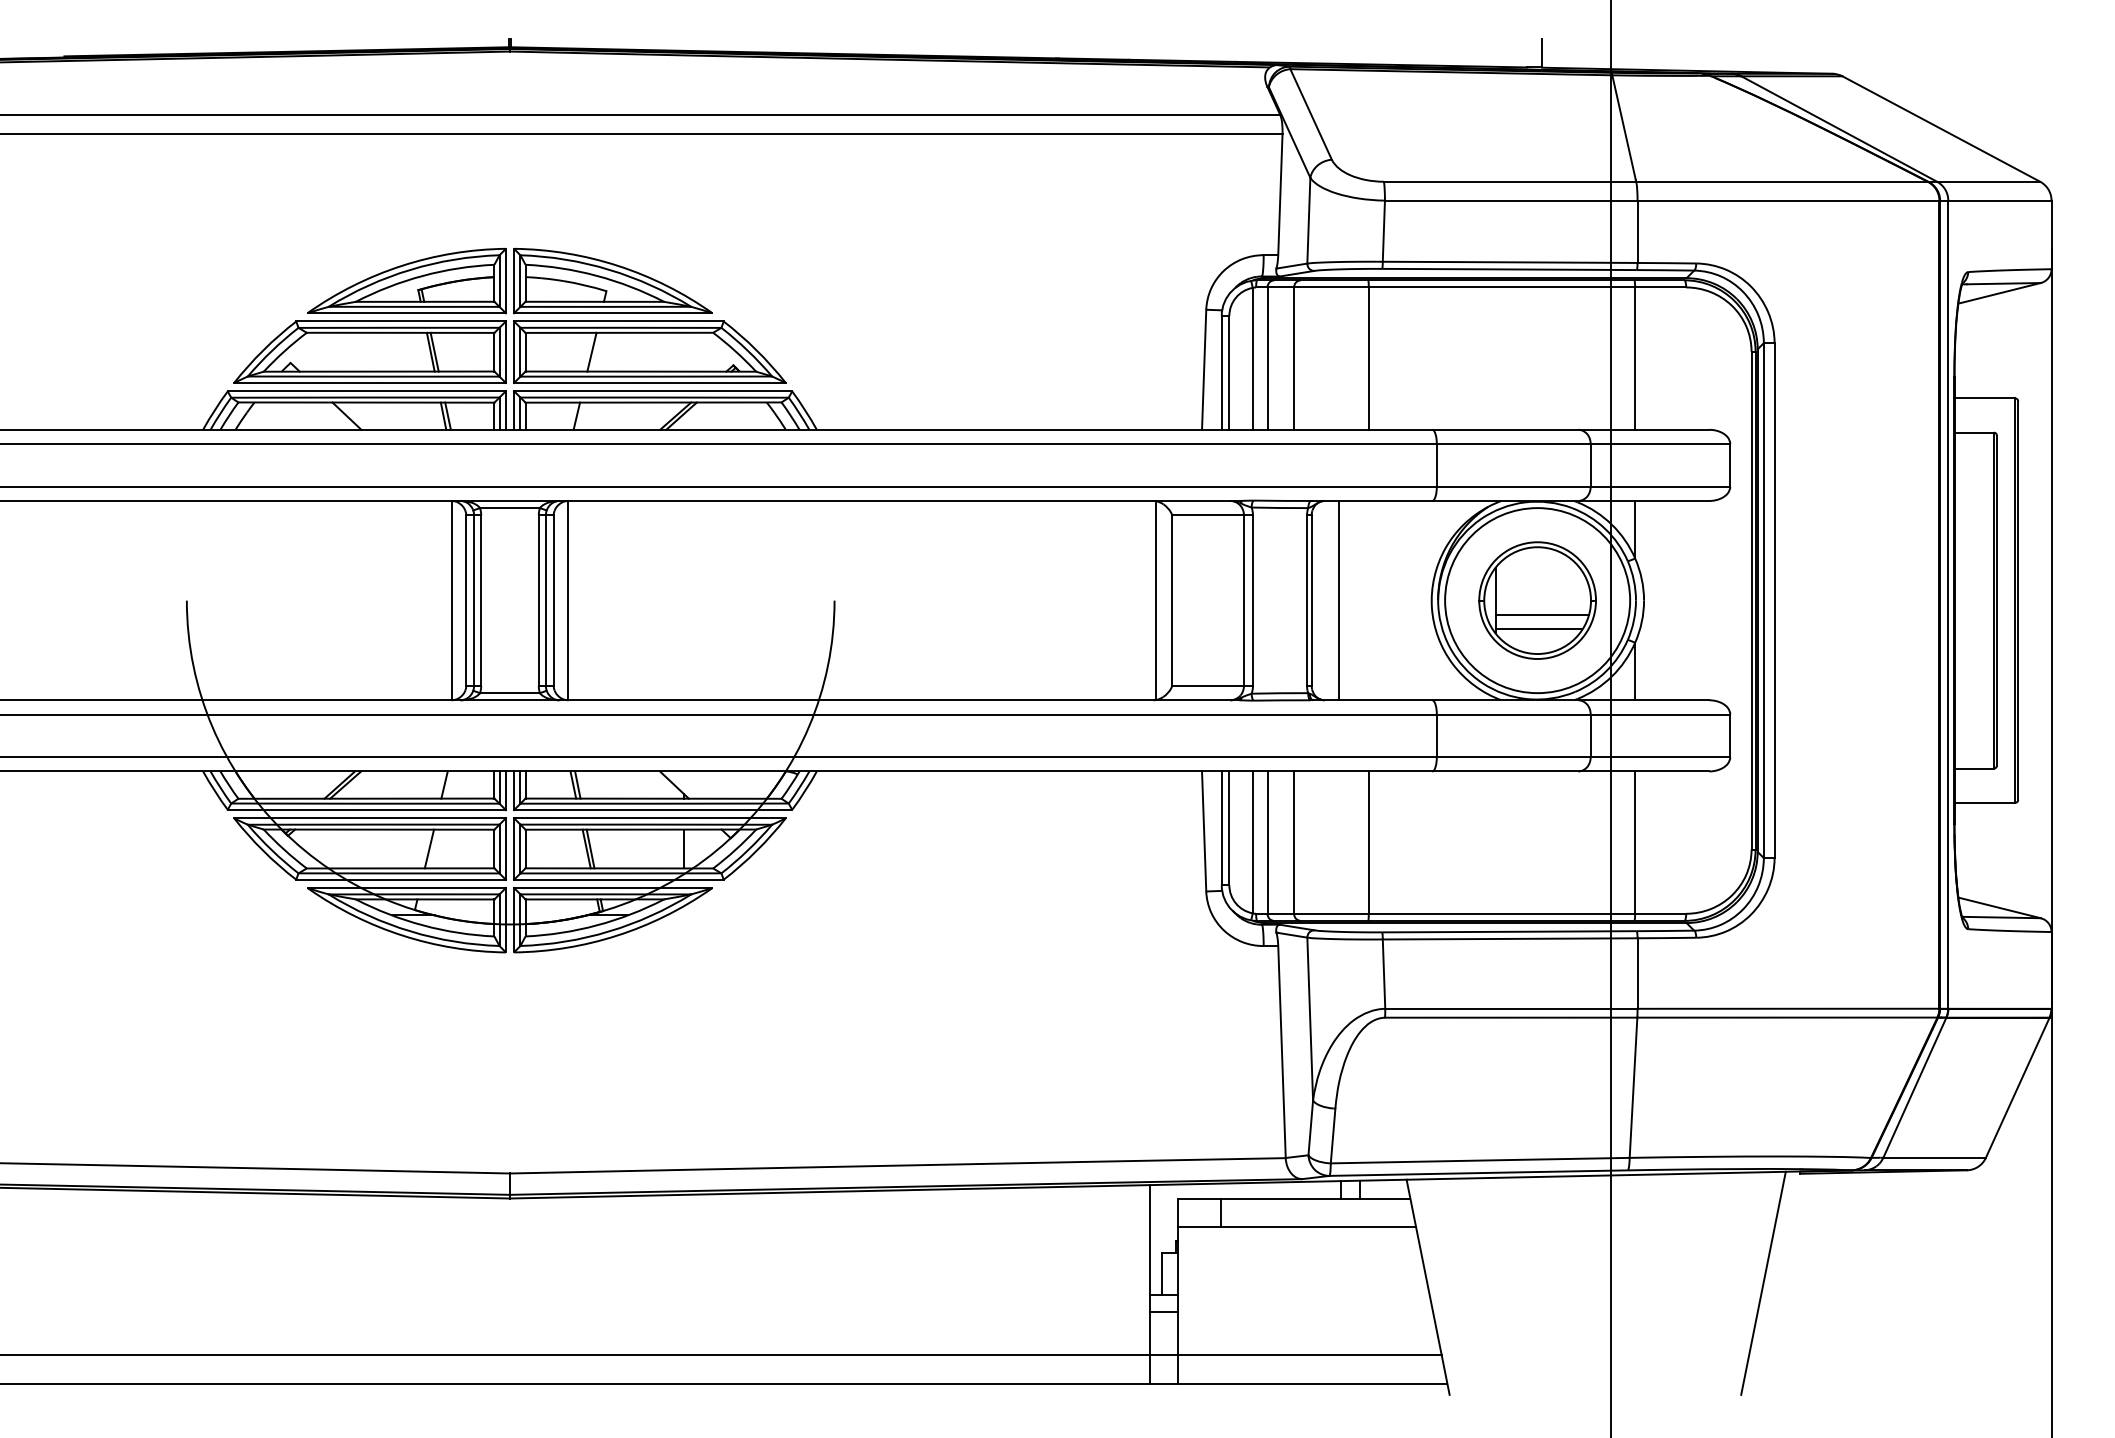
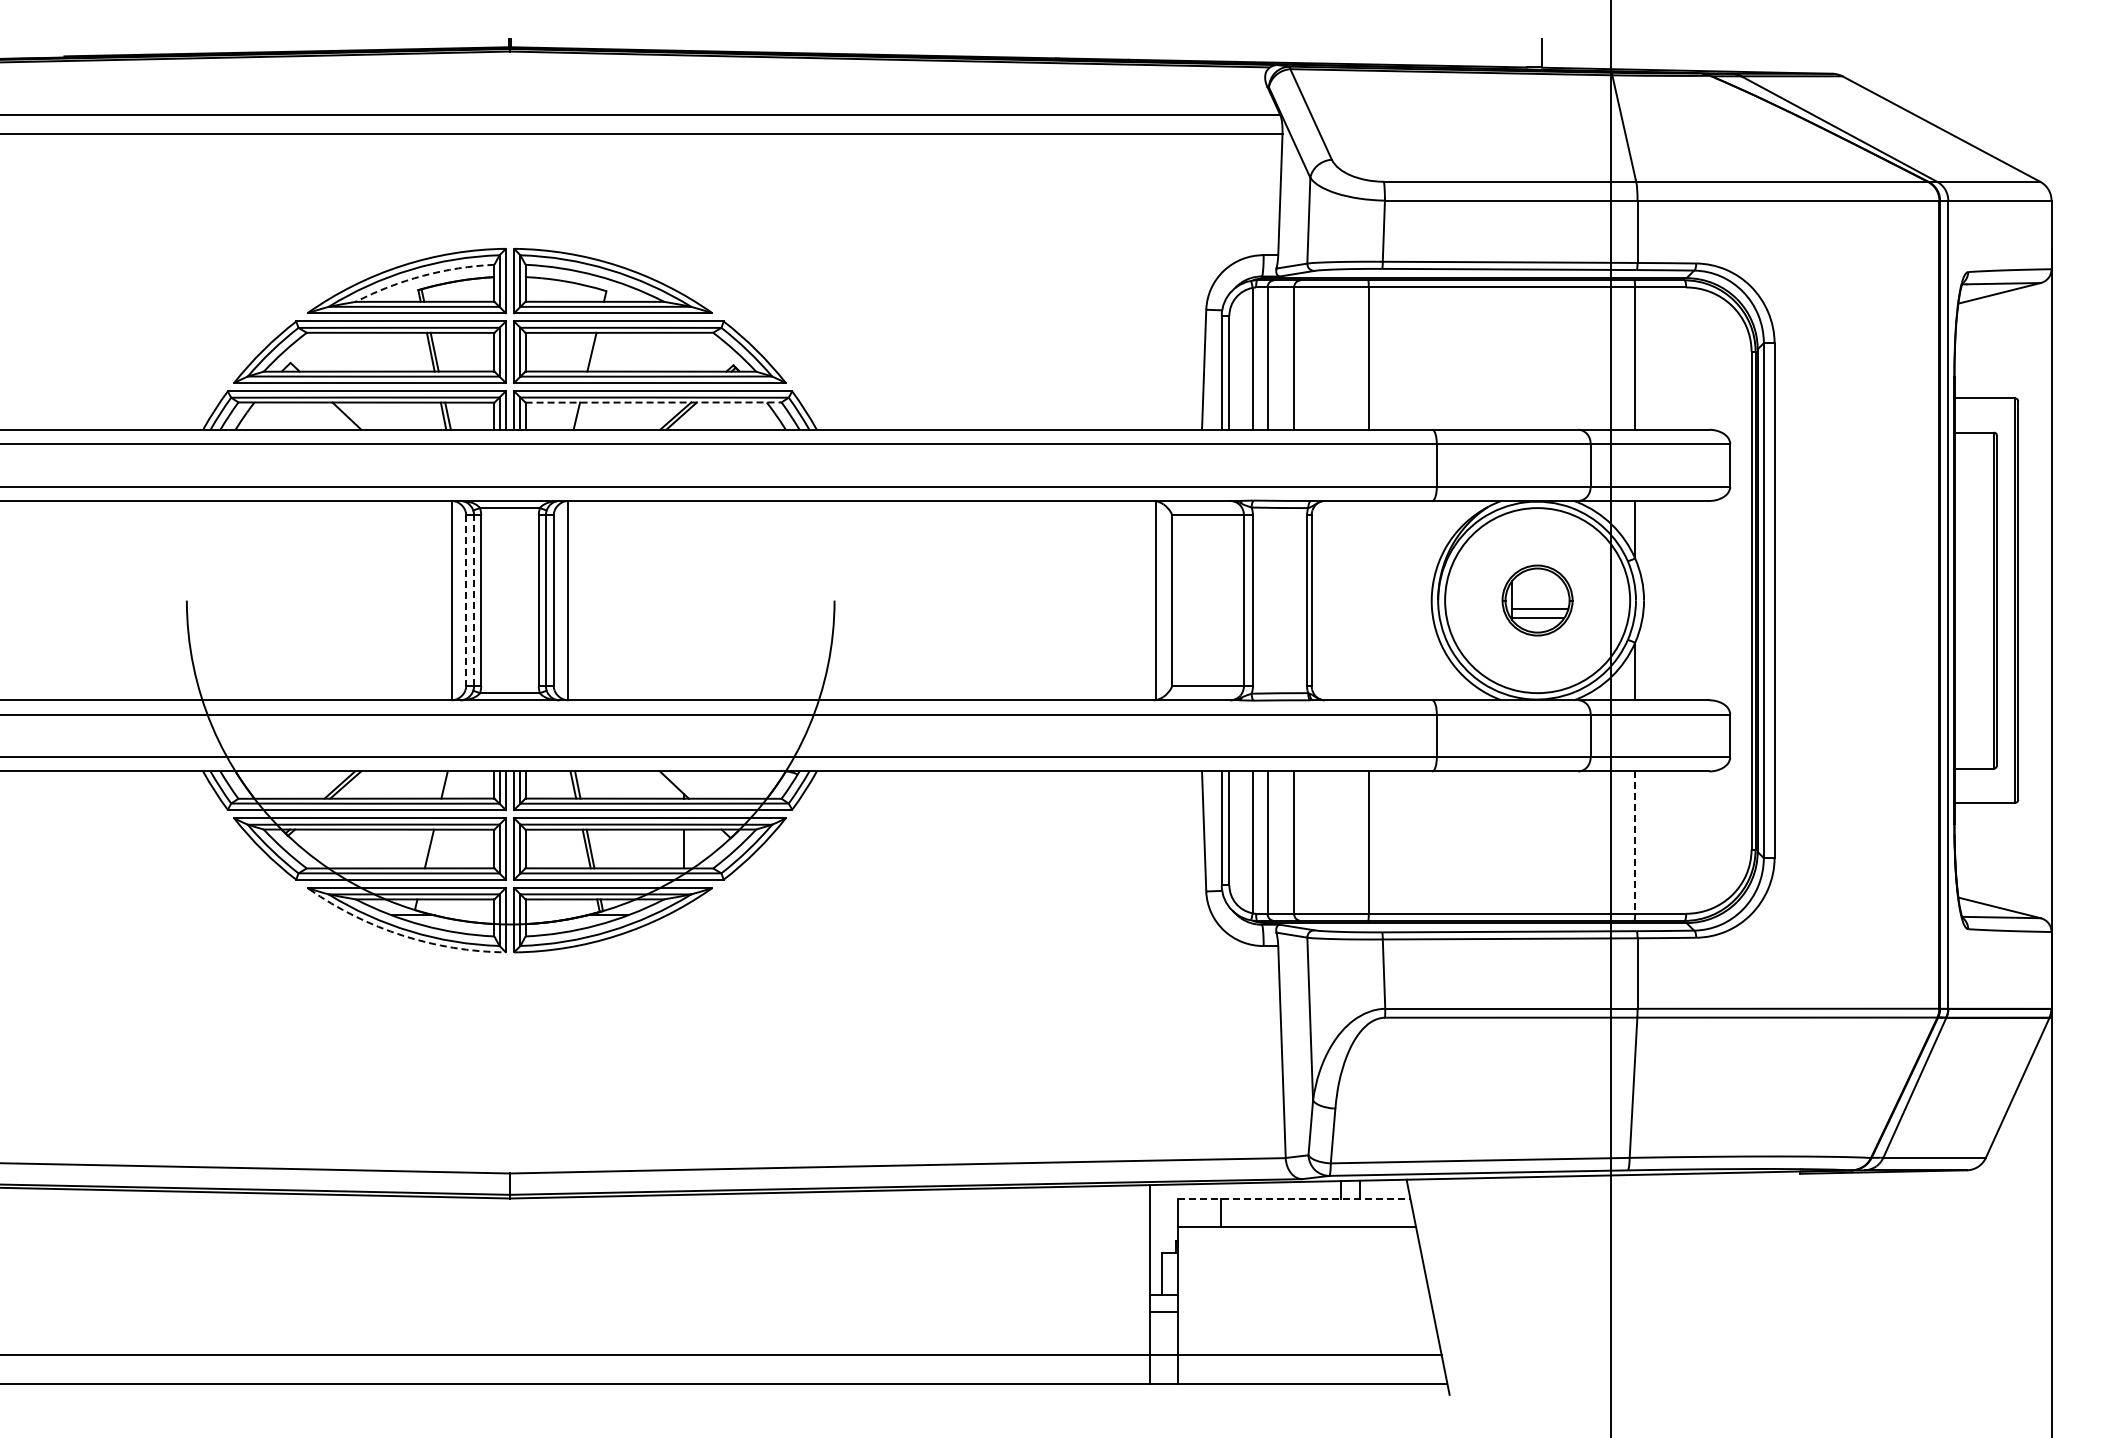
arc at (423, 275): solid -> dashed
line at (654, 402): solid -> dashed
line at (474, 600): solid -> dashed
line at (1338, 600): present -> none
part at (1537, 600) size: 119x119 px -> 73x73 px
line at (466, 601): solid -> dashed
line at (1635, 843): solid -> dashed
arc at (402, 935): solid -> dashed
line at (1294, 1198): solid -> dashed
line at (1763, 1282): present -> none
